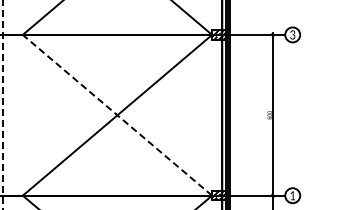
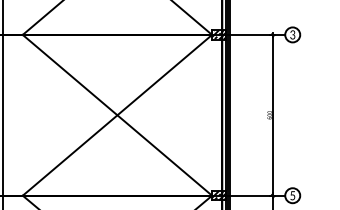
line at (2, 104): dashed -> solid
line at (117, 114): dashed -> solid
text at (292, 195): 1 -> 5
